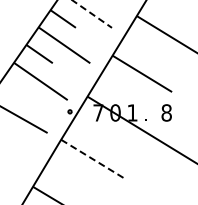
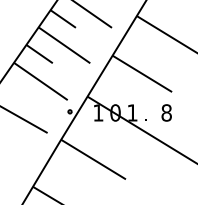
line at (92, 14): dashed -> solid
text at (98, 112): 7 -> 1
line at (93, 159): dashed -> solid
